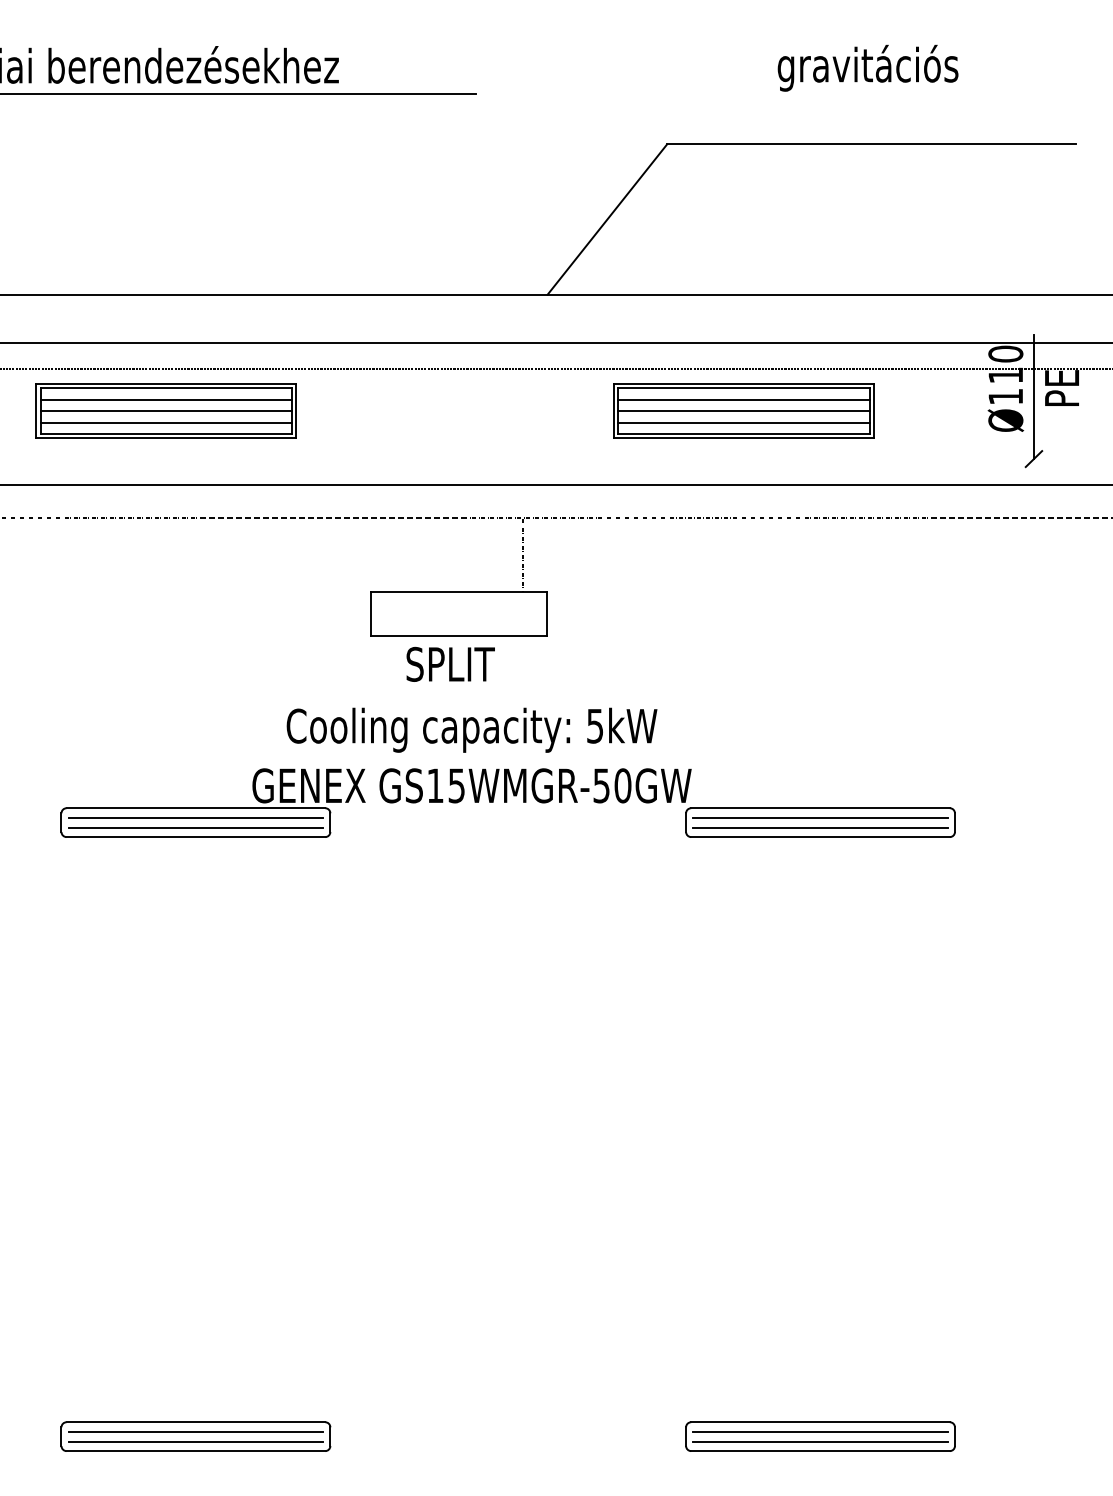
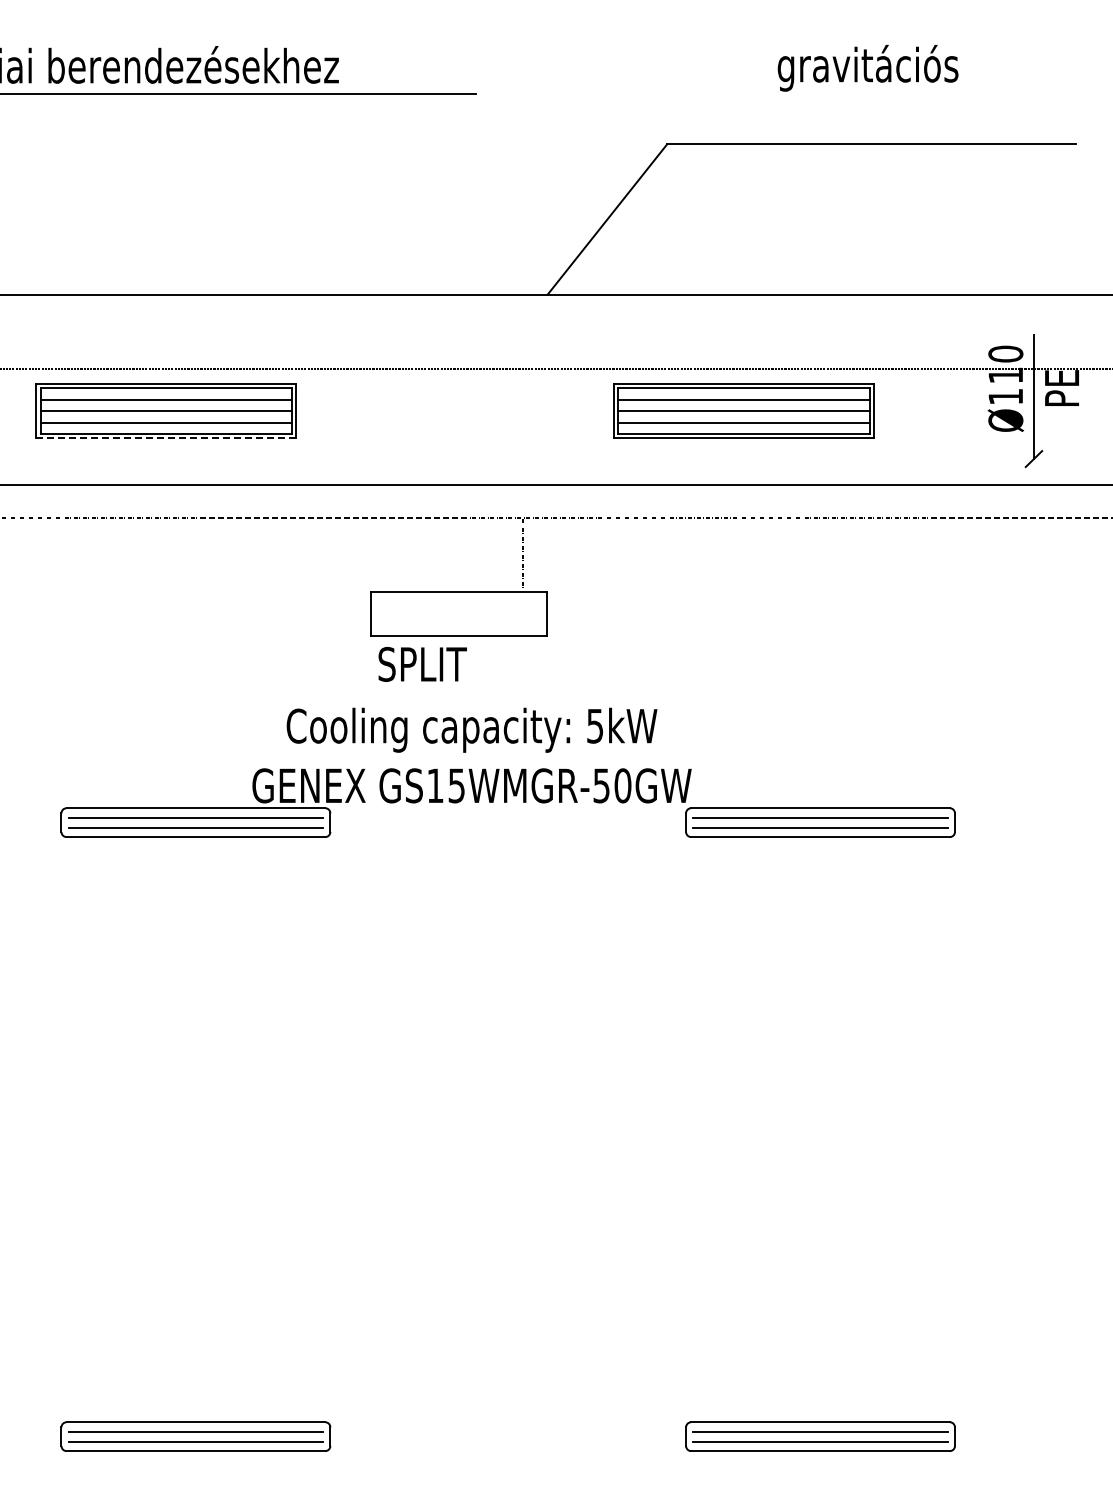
line at (555, 343): present -> none
line at (166, 438): solid -> dashed
text at (450, 663) position: (450, 663) -> (422, 663)
